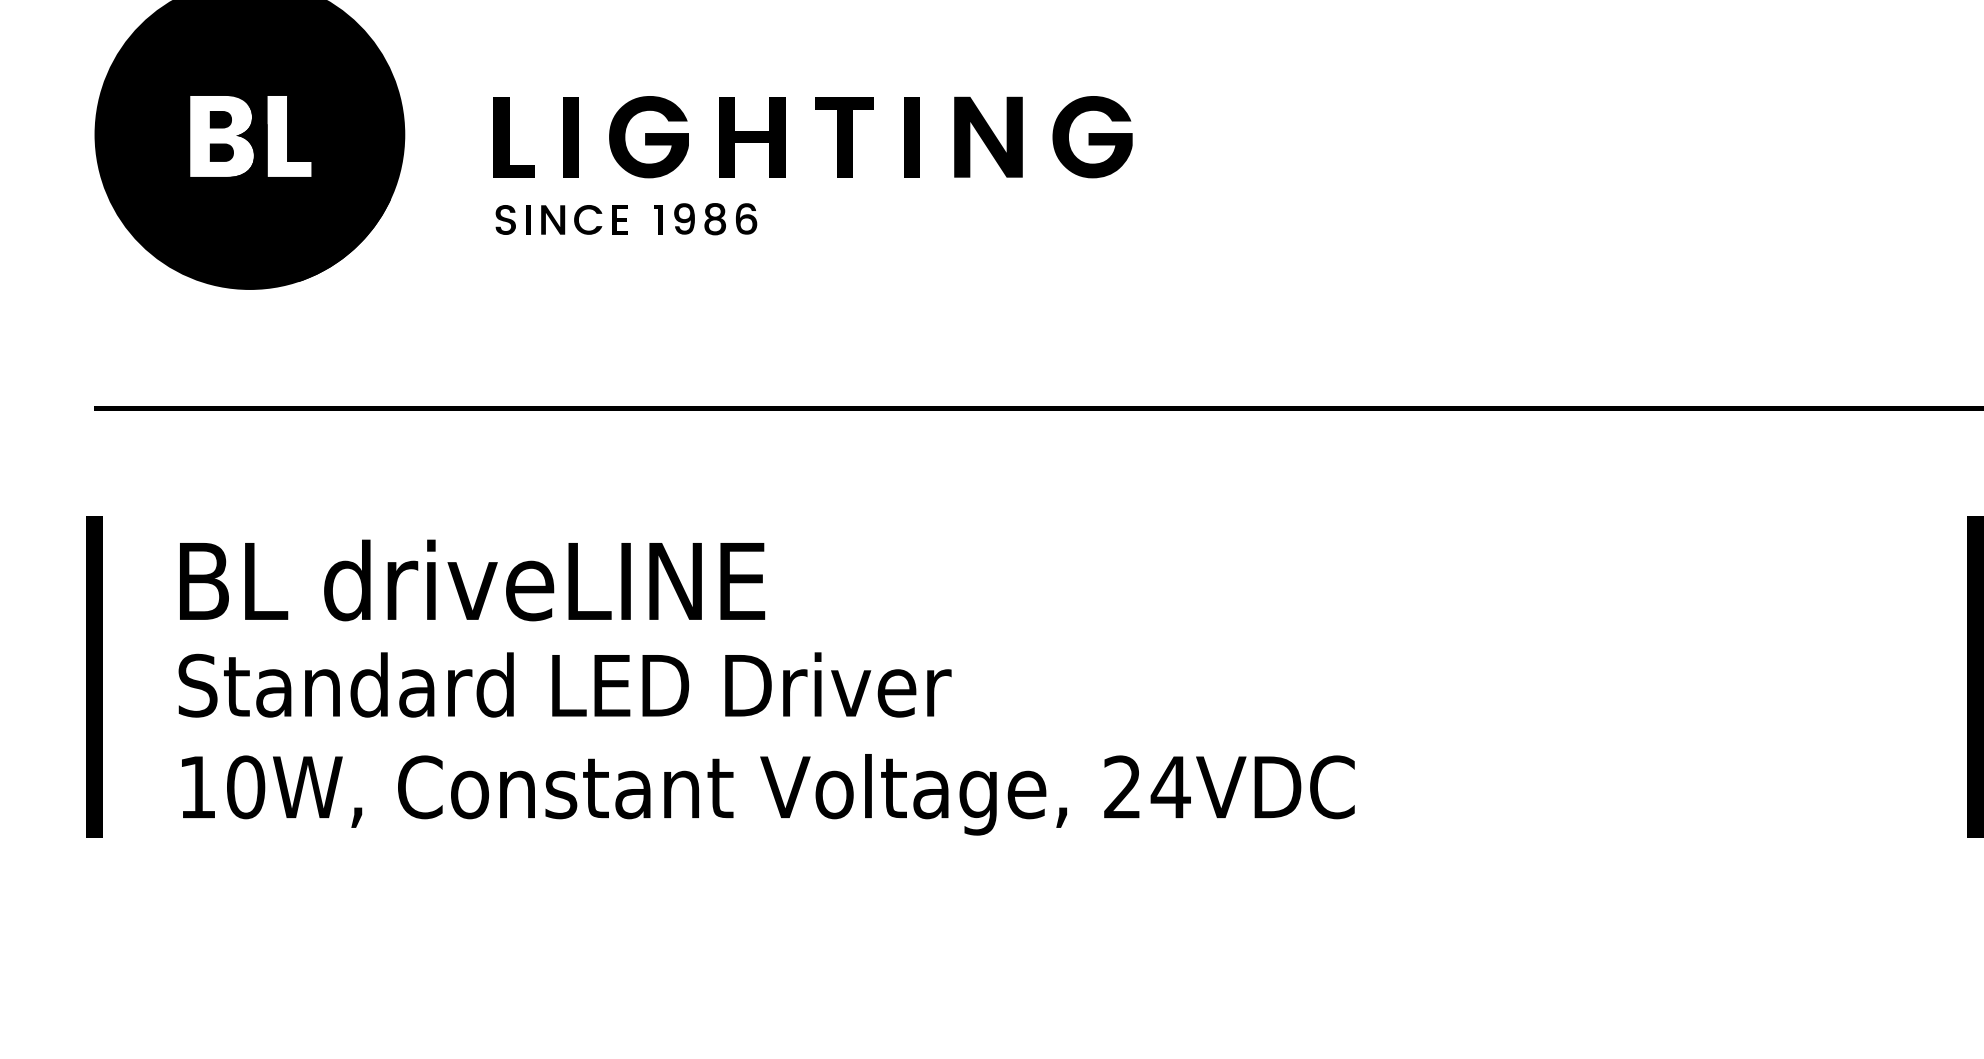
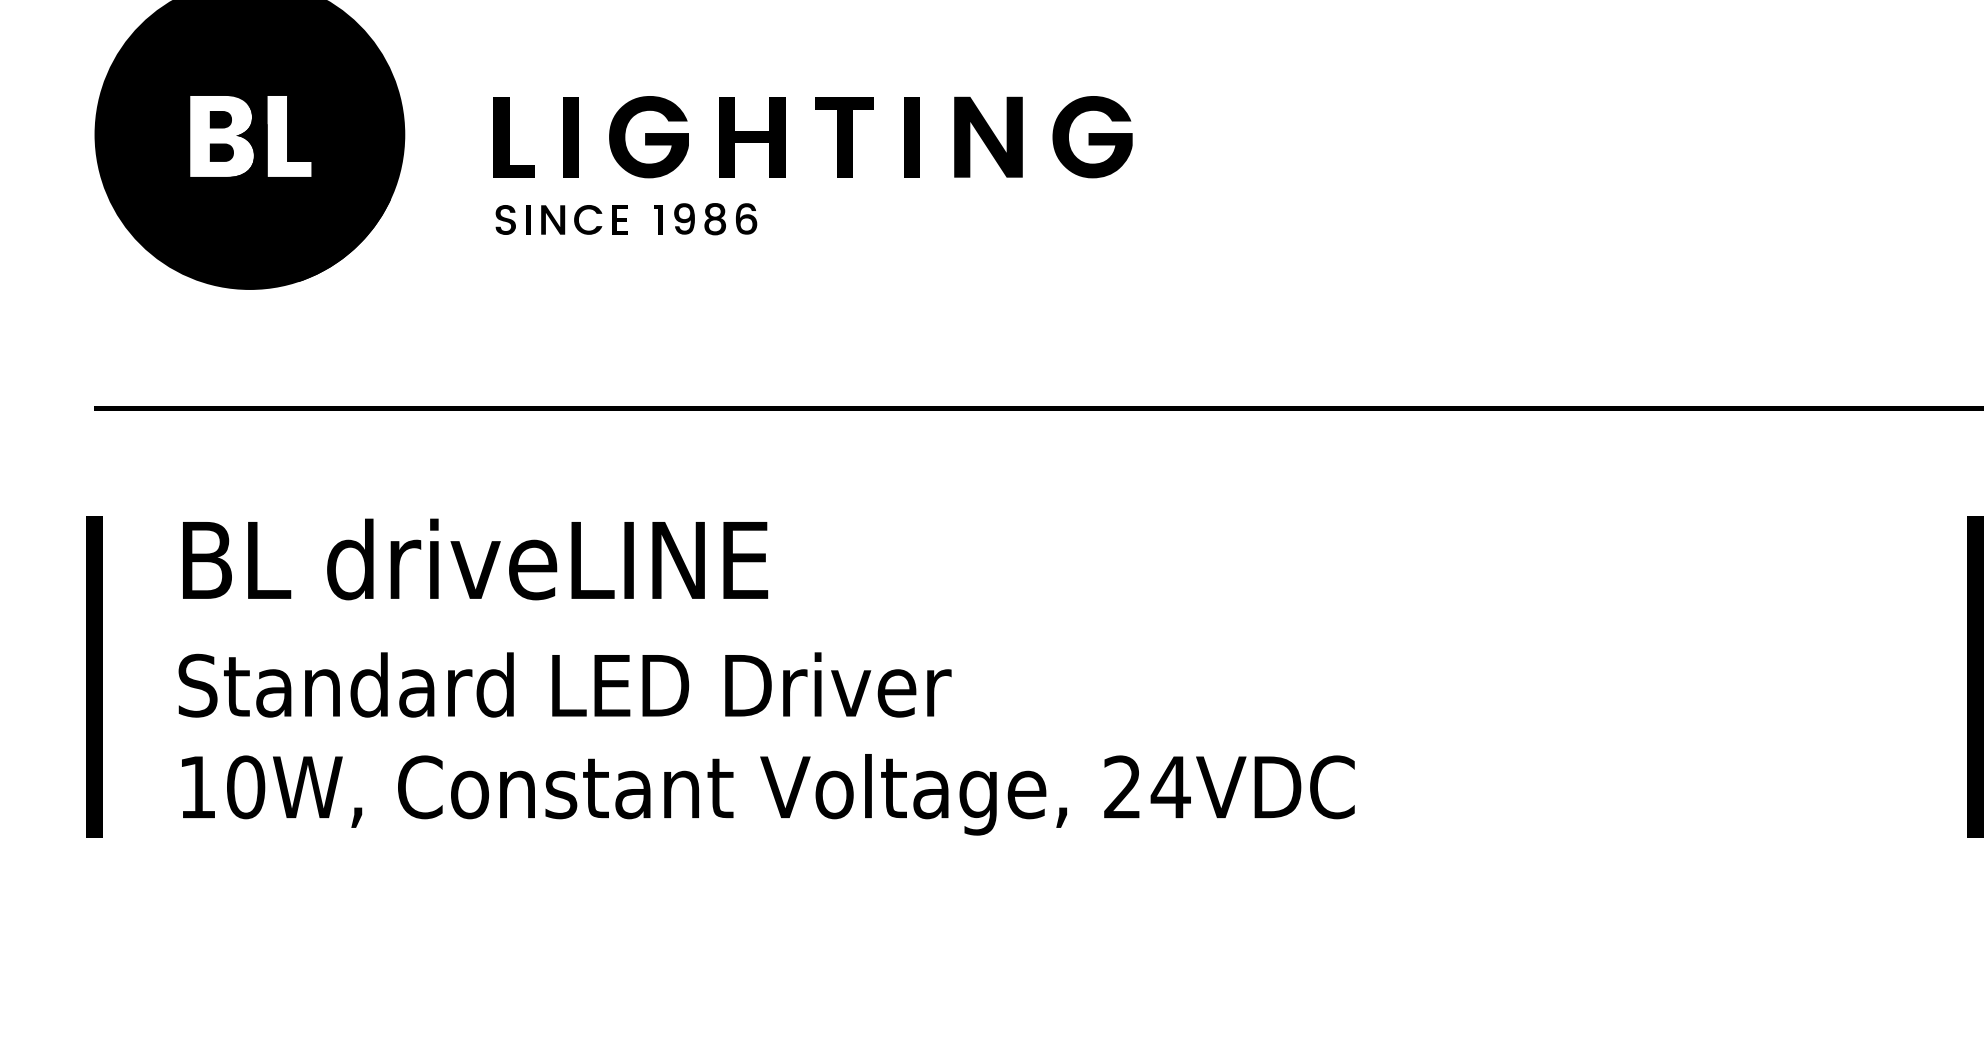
text at (472, 580) position: (472, 580) -> (475, 559)
